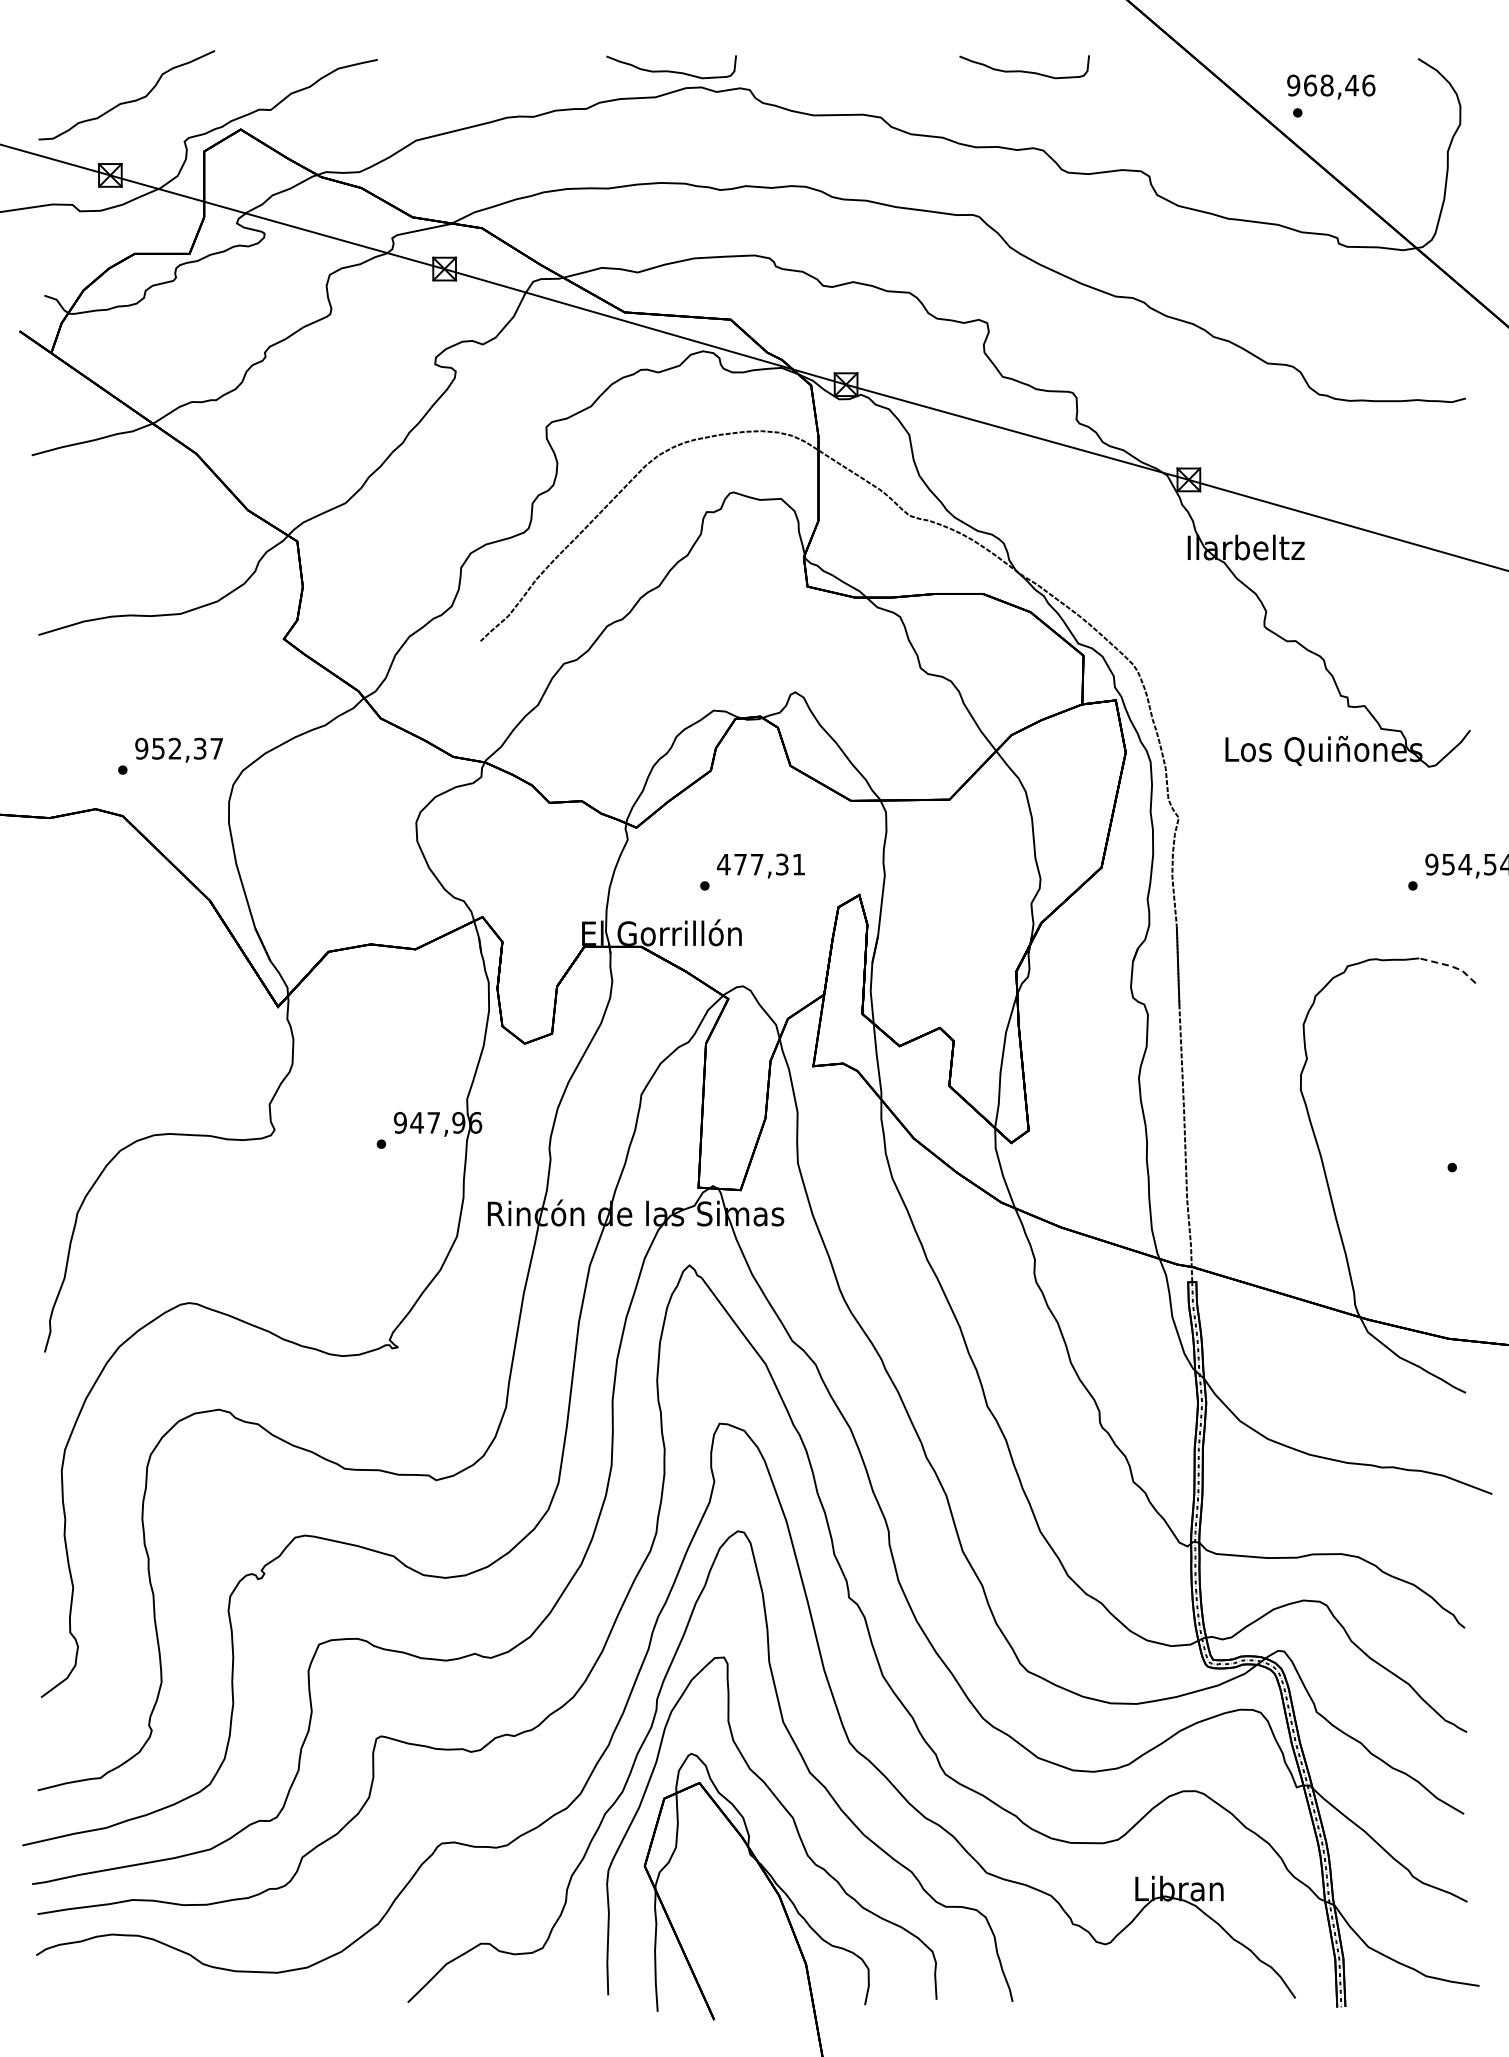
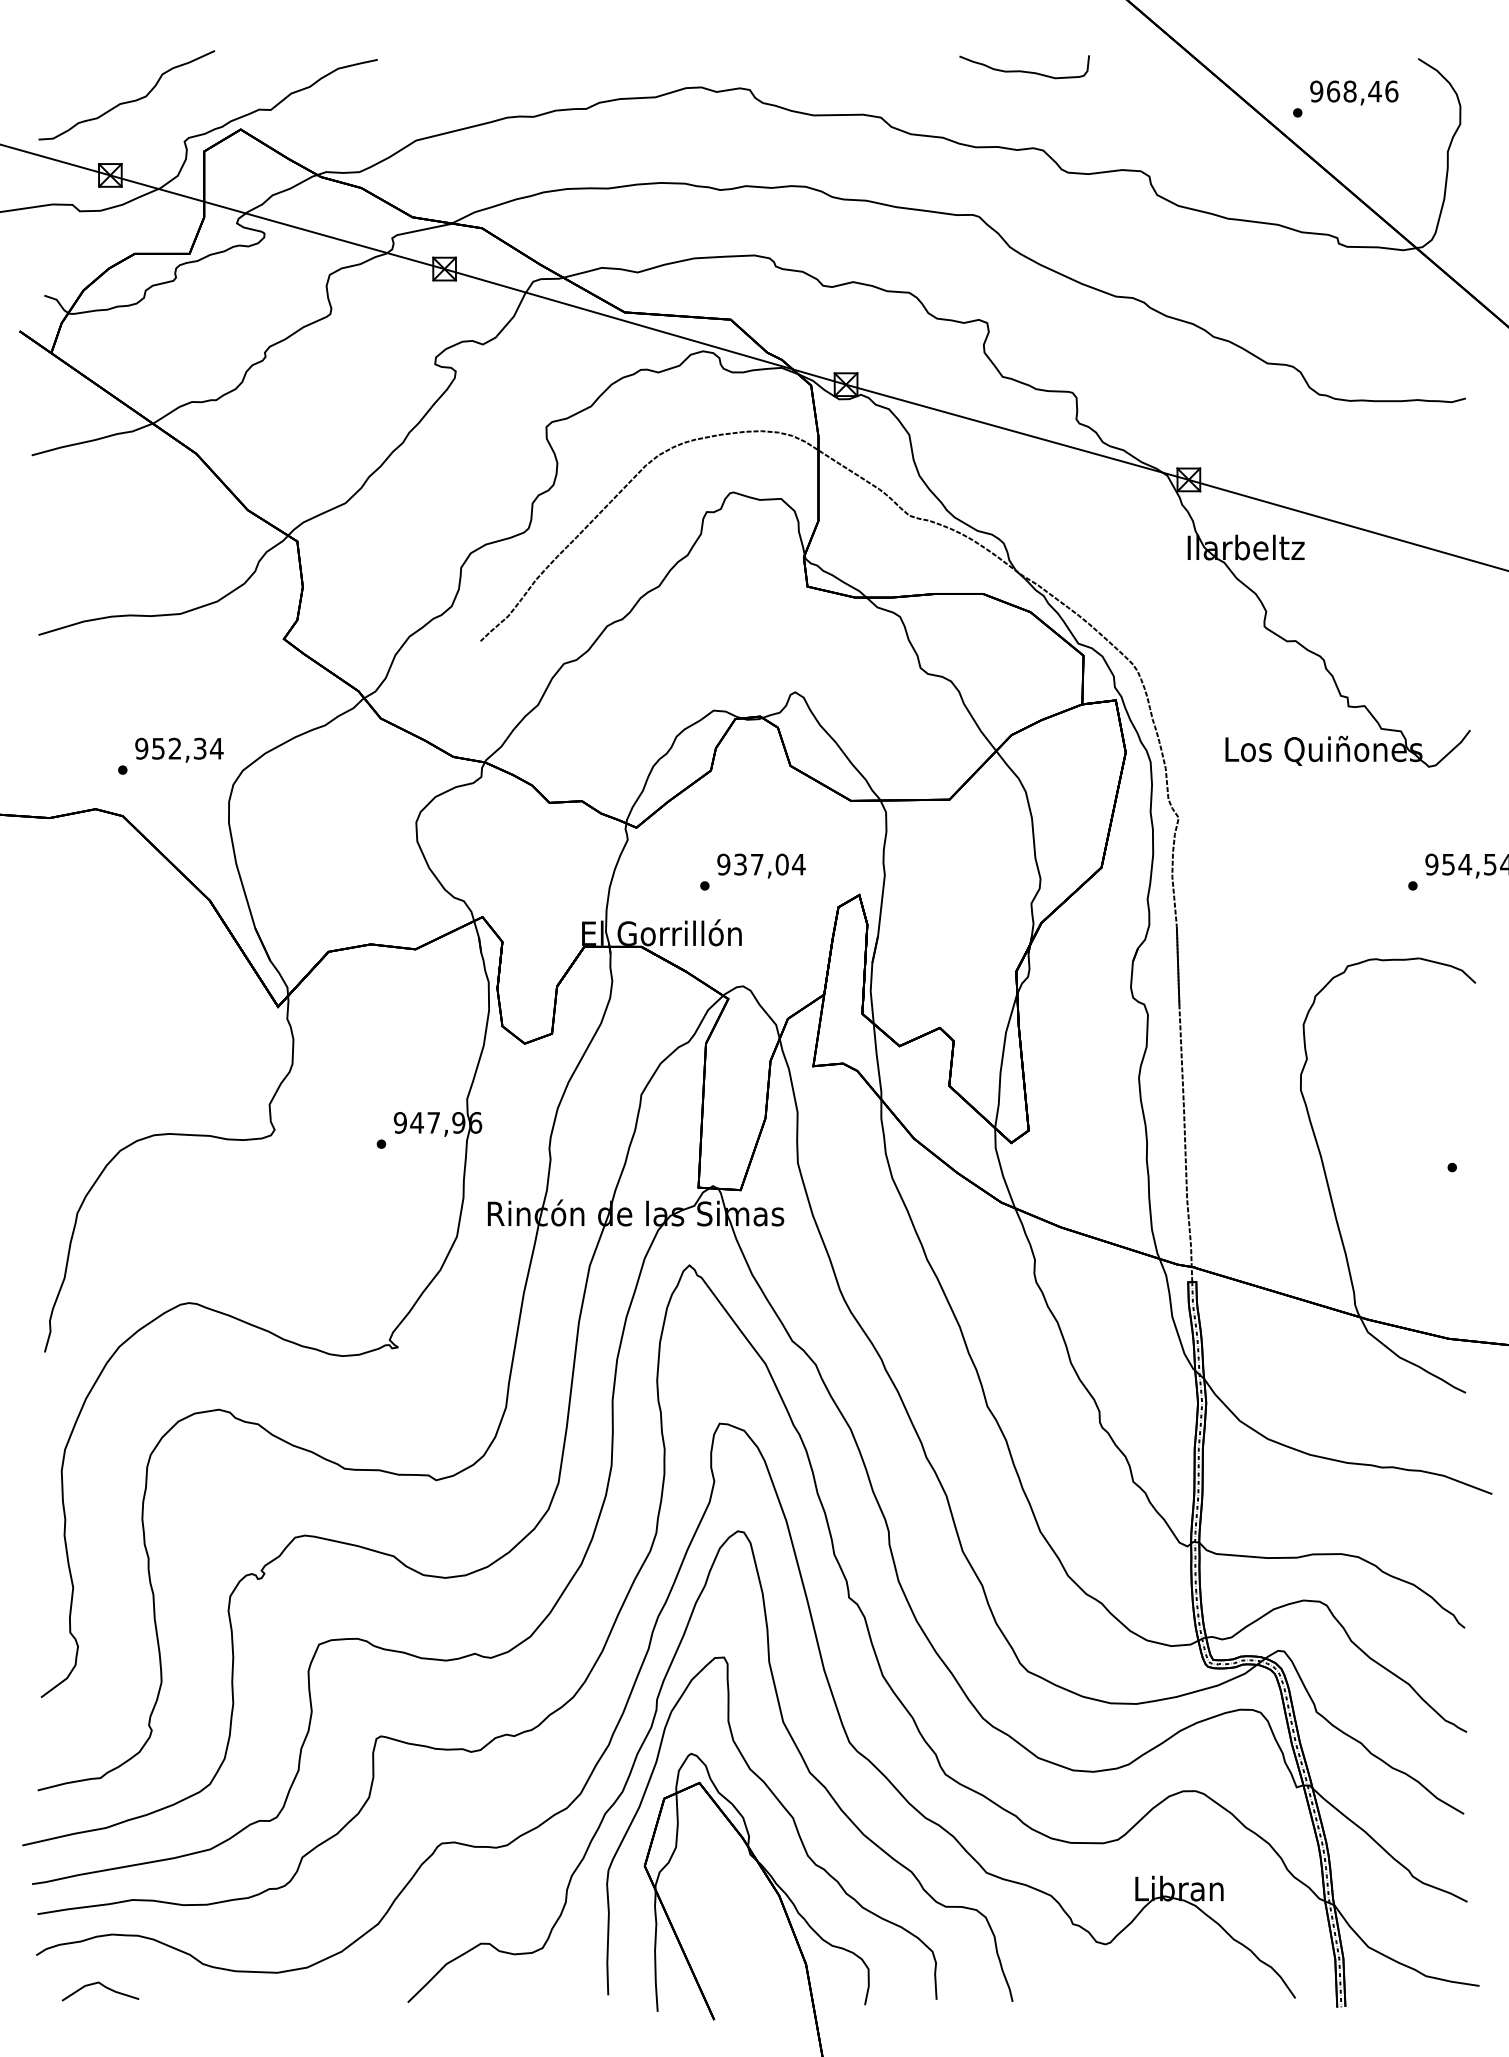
curve at (671, 70): present -> none
text at (1331, 86) position: (1331, 86) -> (1354, 92)
text at (216, 748): 952,37 -> 952,34
text at (760, 864): 477,31 -> 937,04
line at (1450, 966): dashed -> solid
curve at (102, 1986): none -> present
